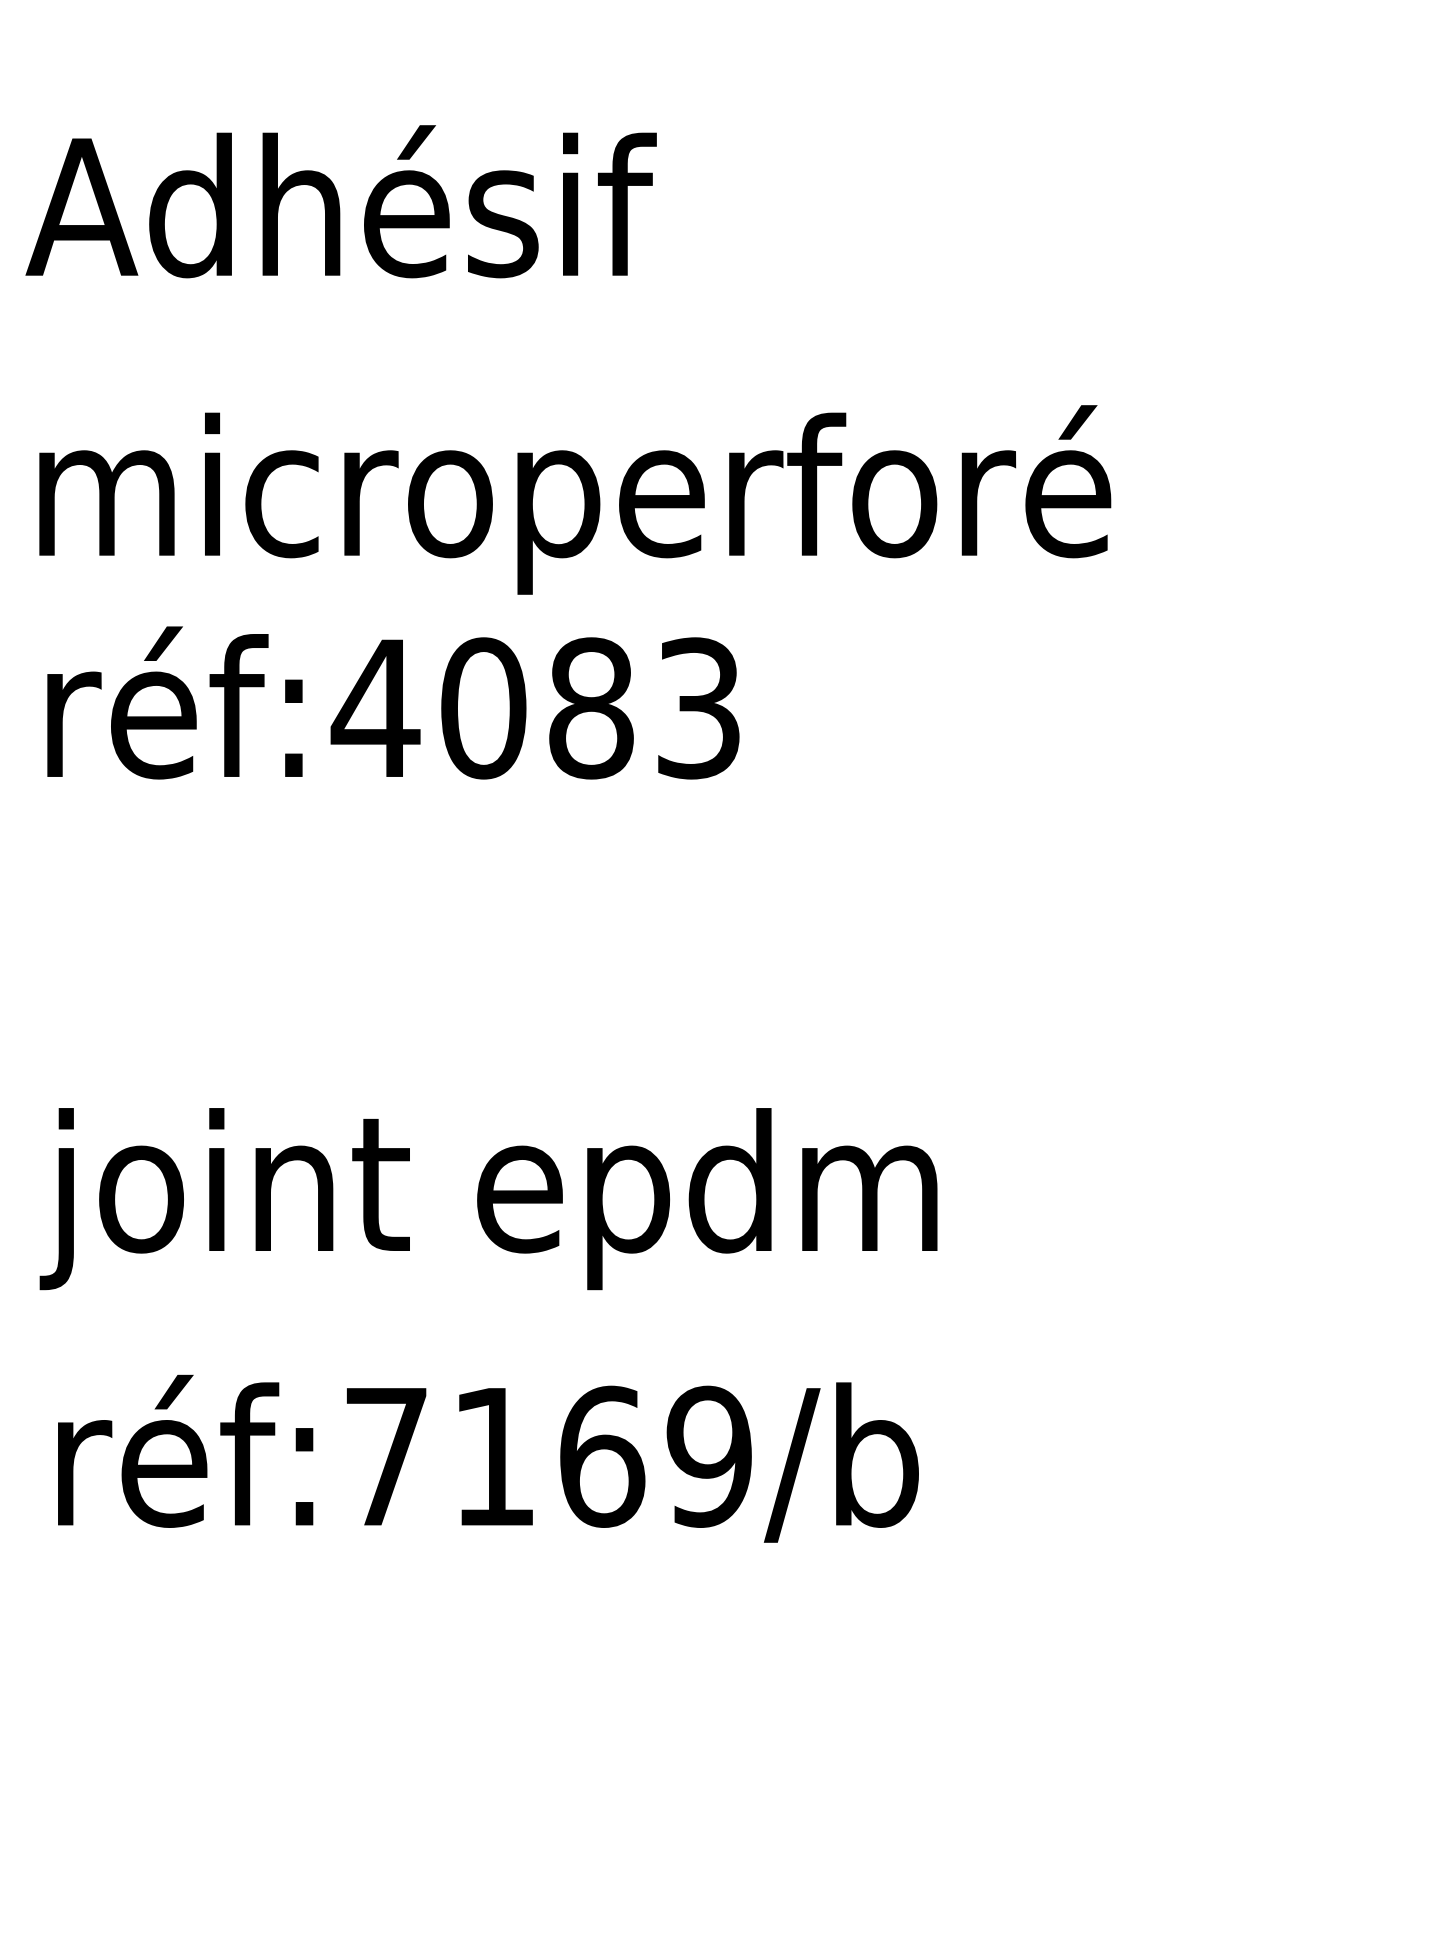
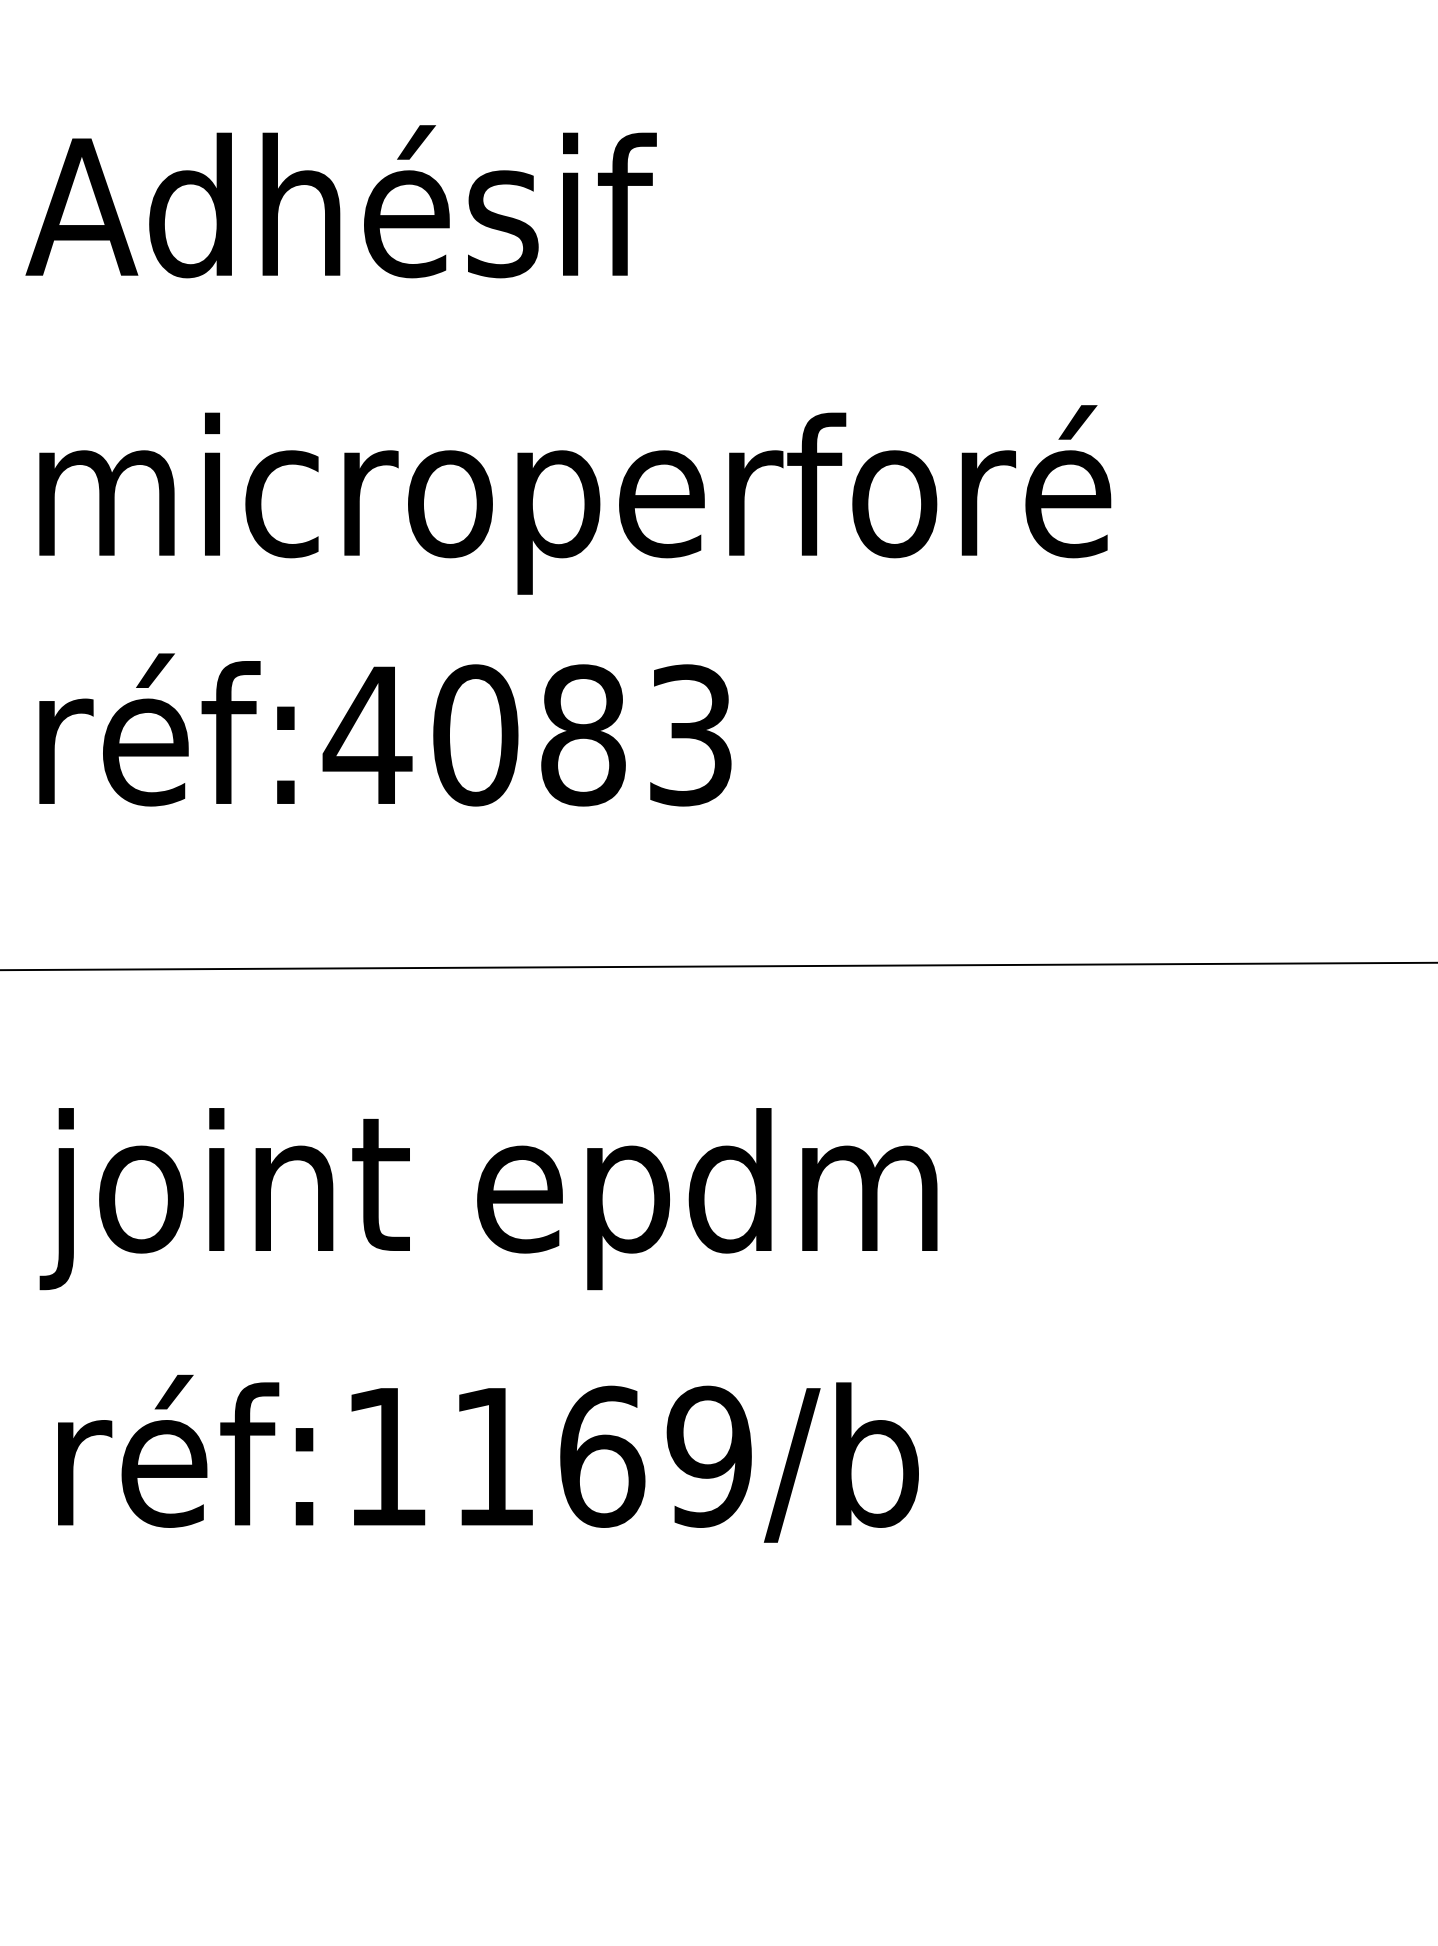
text at (393, 702) position: (393, 702) -> (385, 729)
line at (718, 966): none -> present
text at (386, 1456): réf:7169/b -> réf:1169/b
